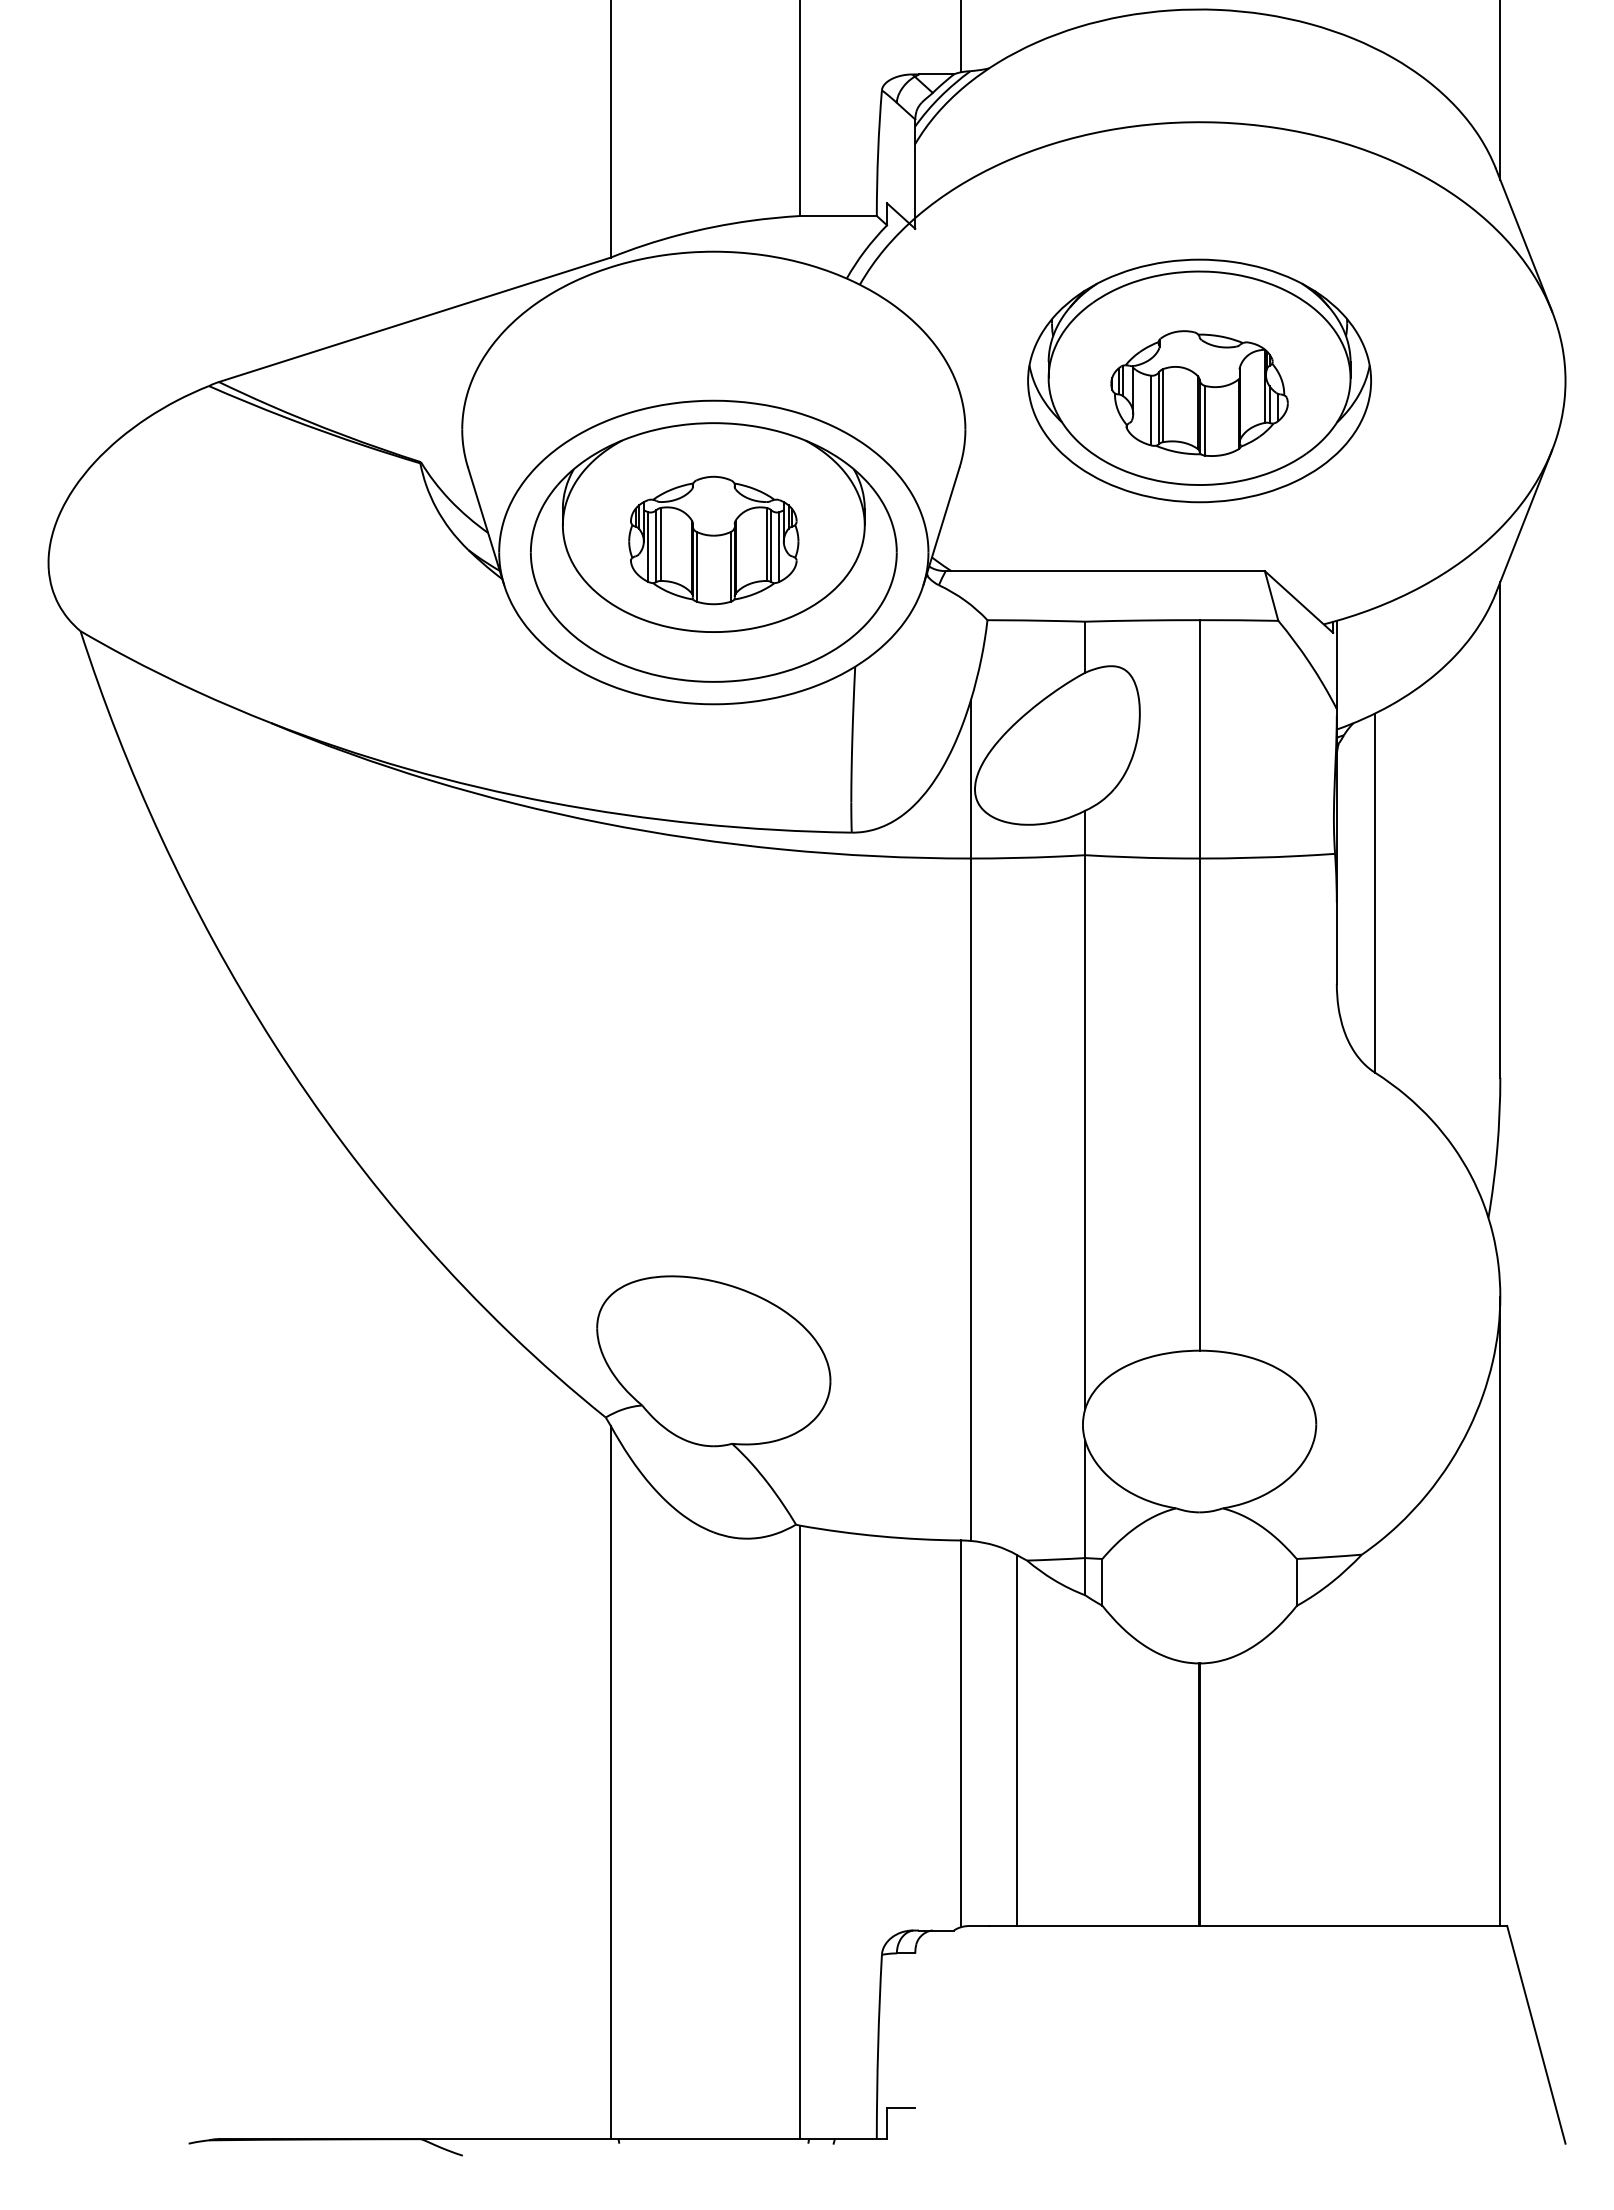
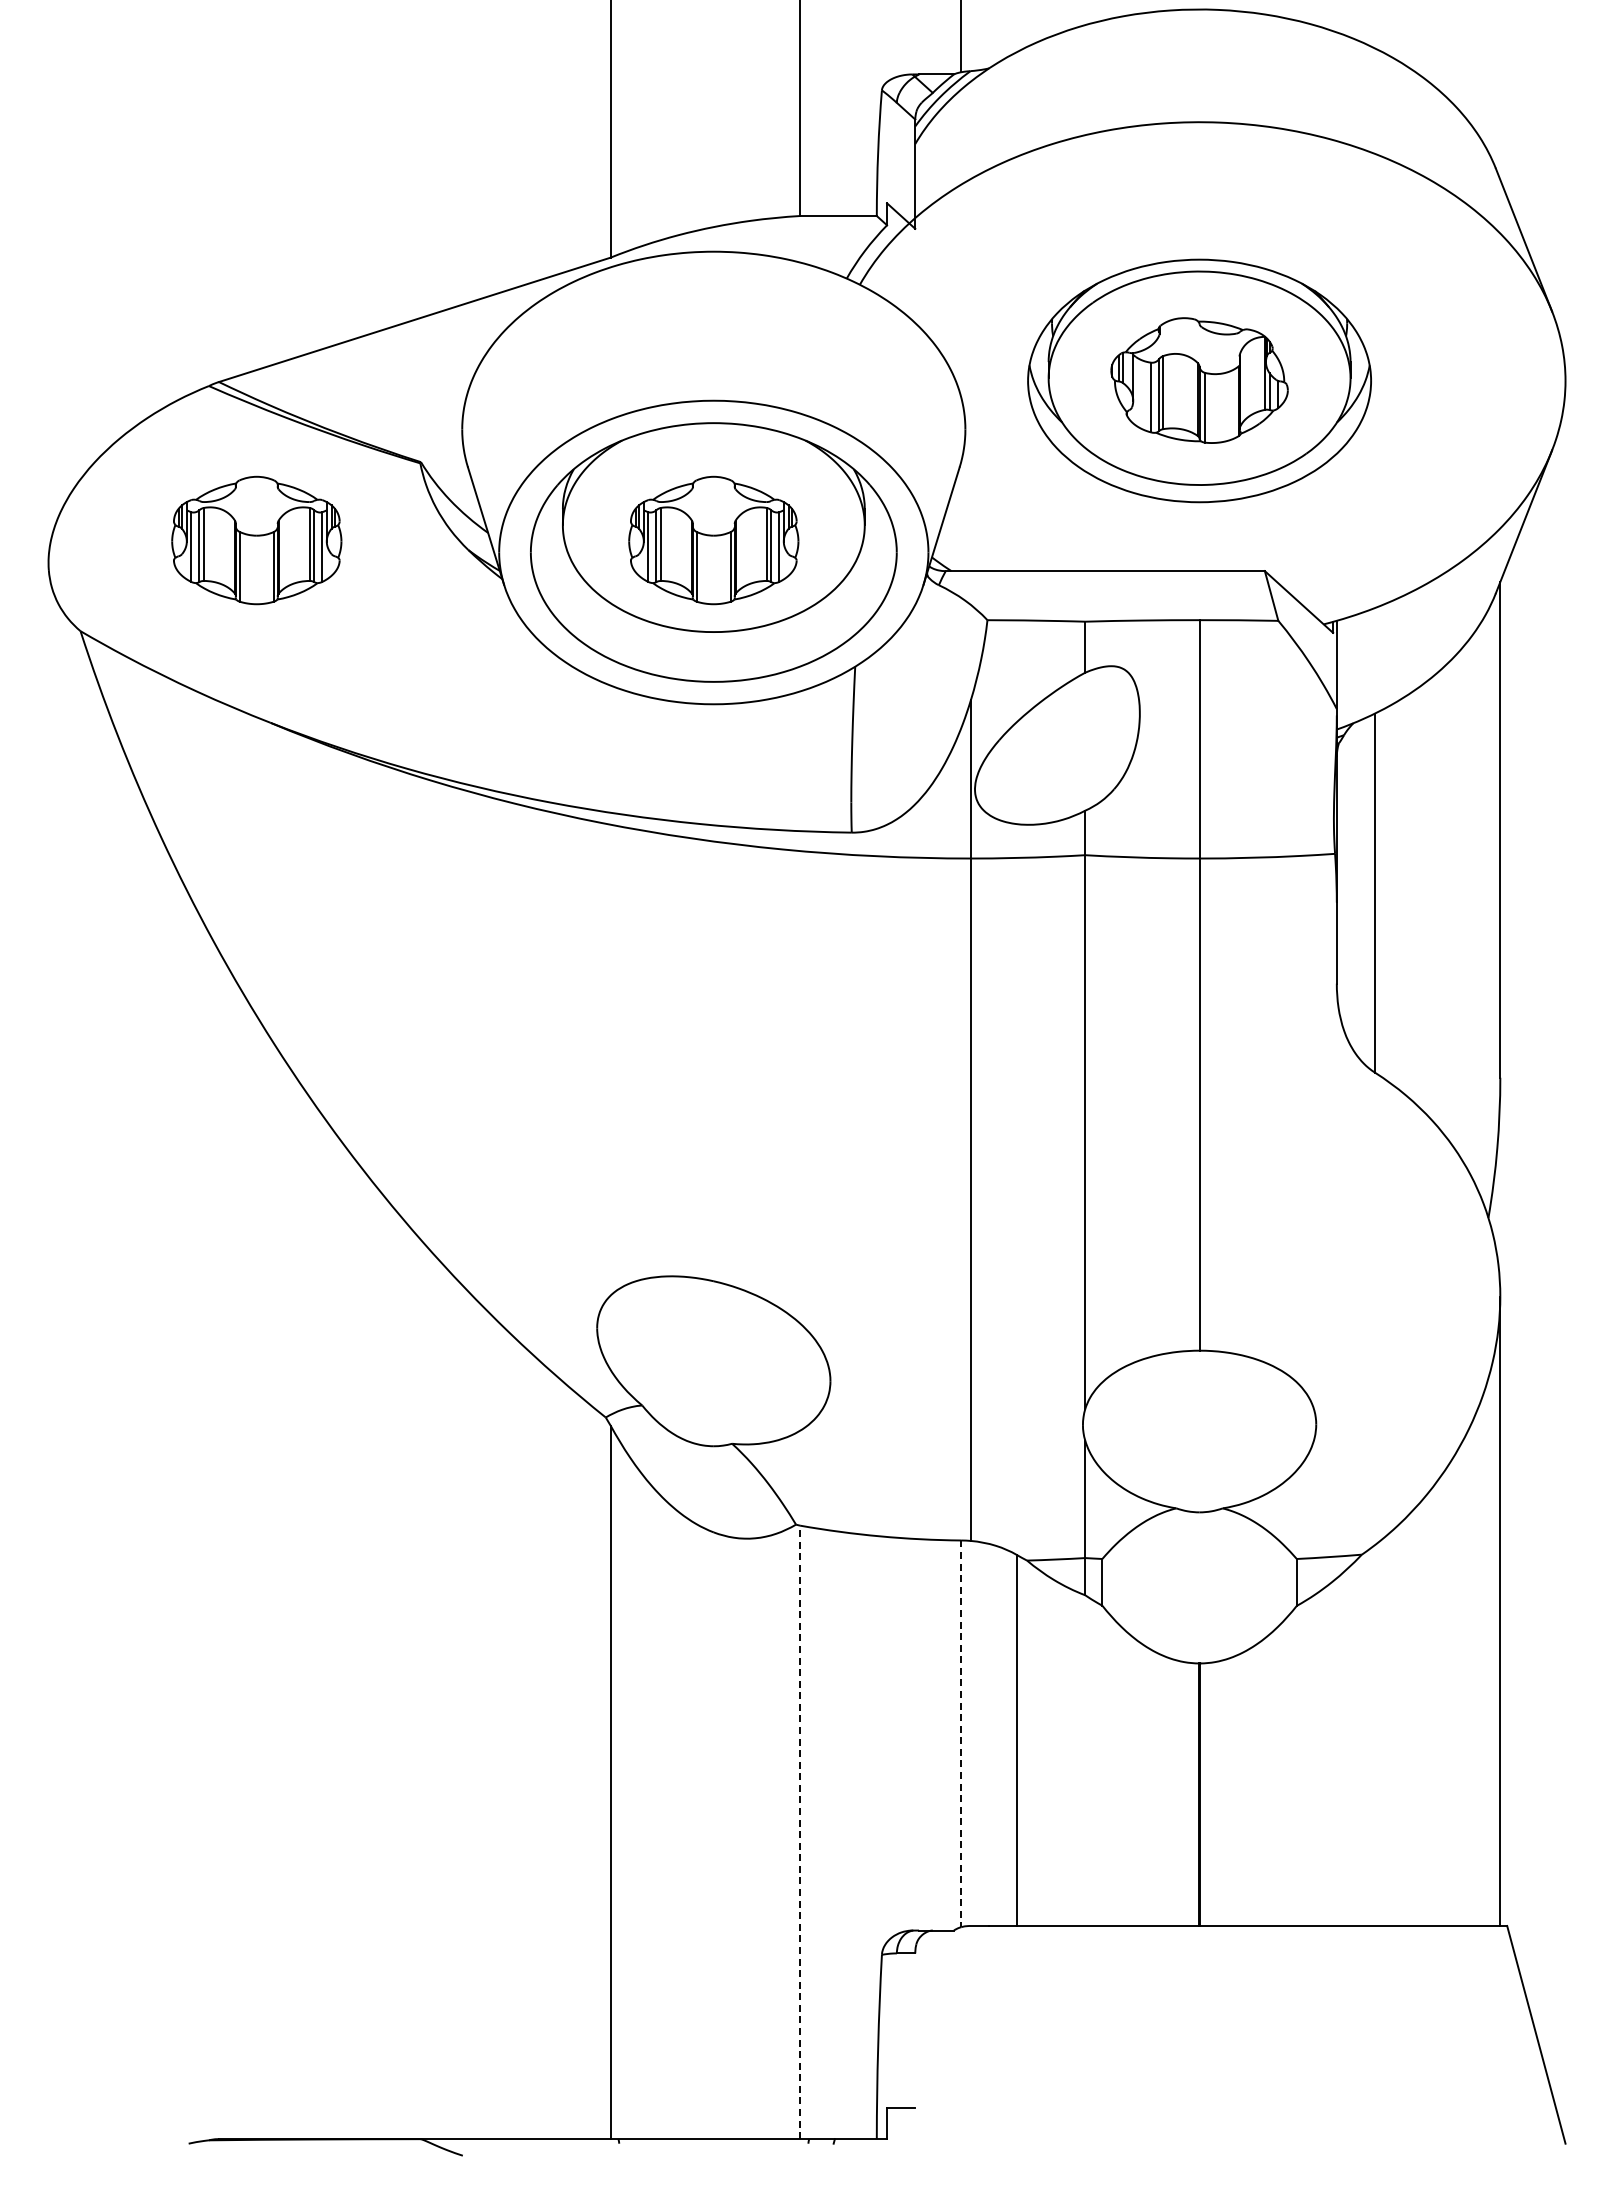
line at (1500, 90): present -> none
part at (1199, 393) position: (1199, 393) -> (1199, 380)
part at (256, 540): none -> present
line at (961, 1734): solid -> dashed
line at (800, 1832): solid -> dashed
